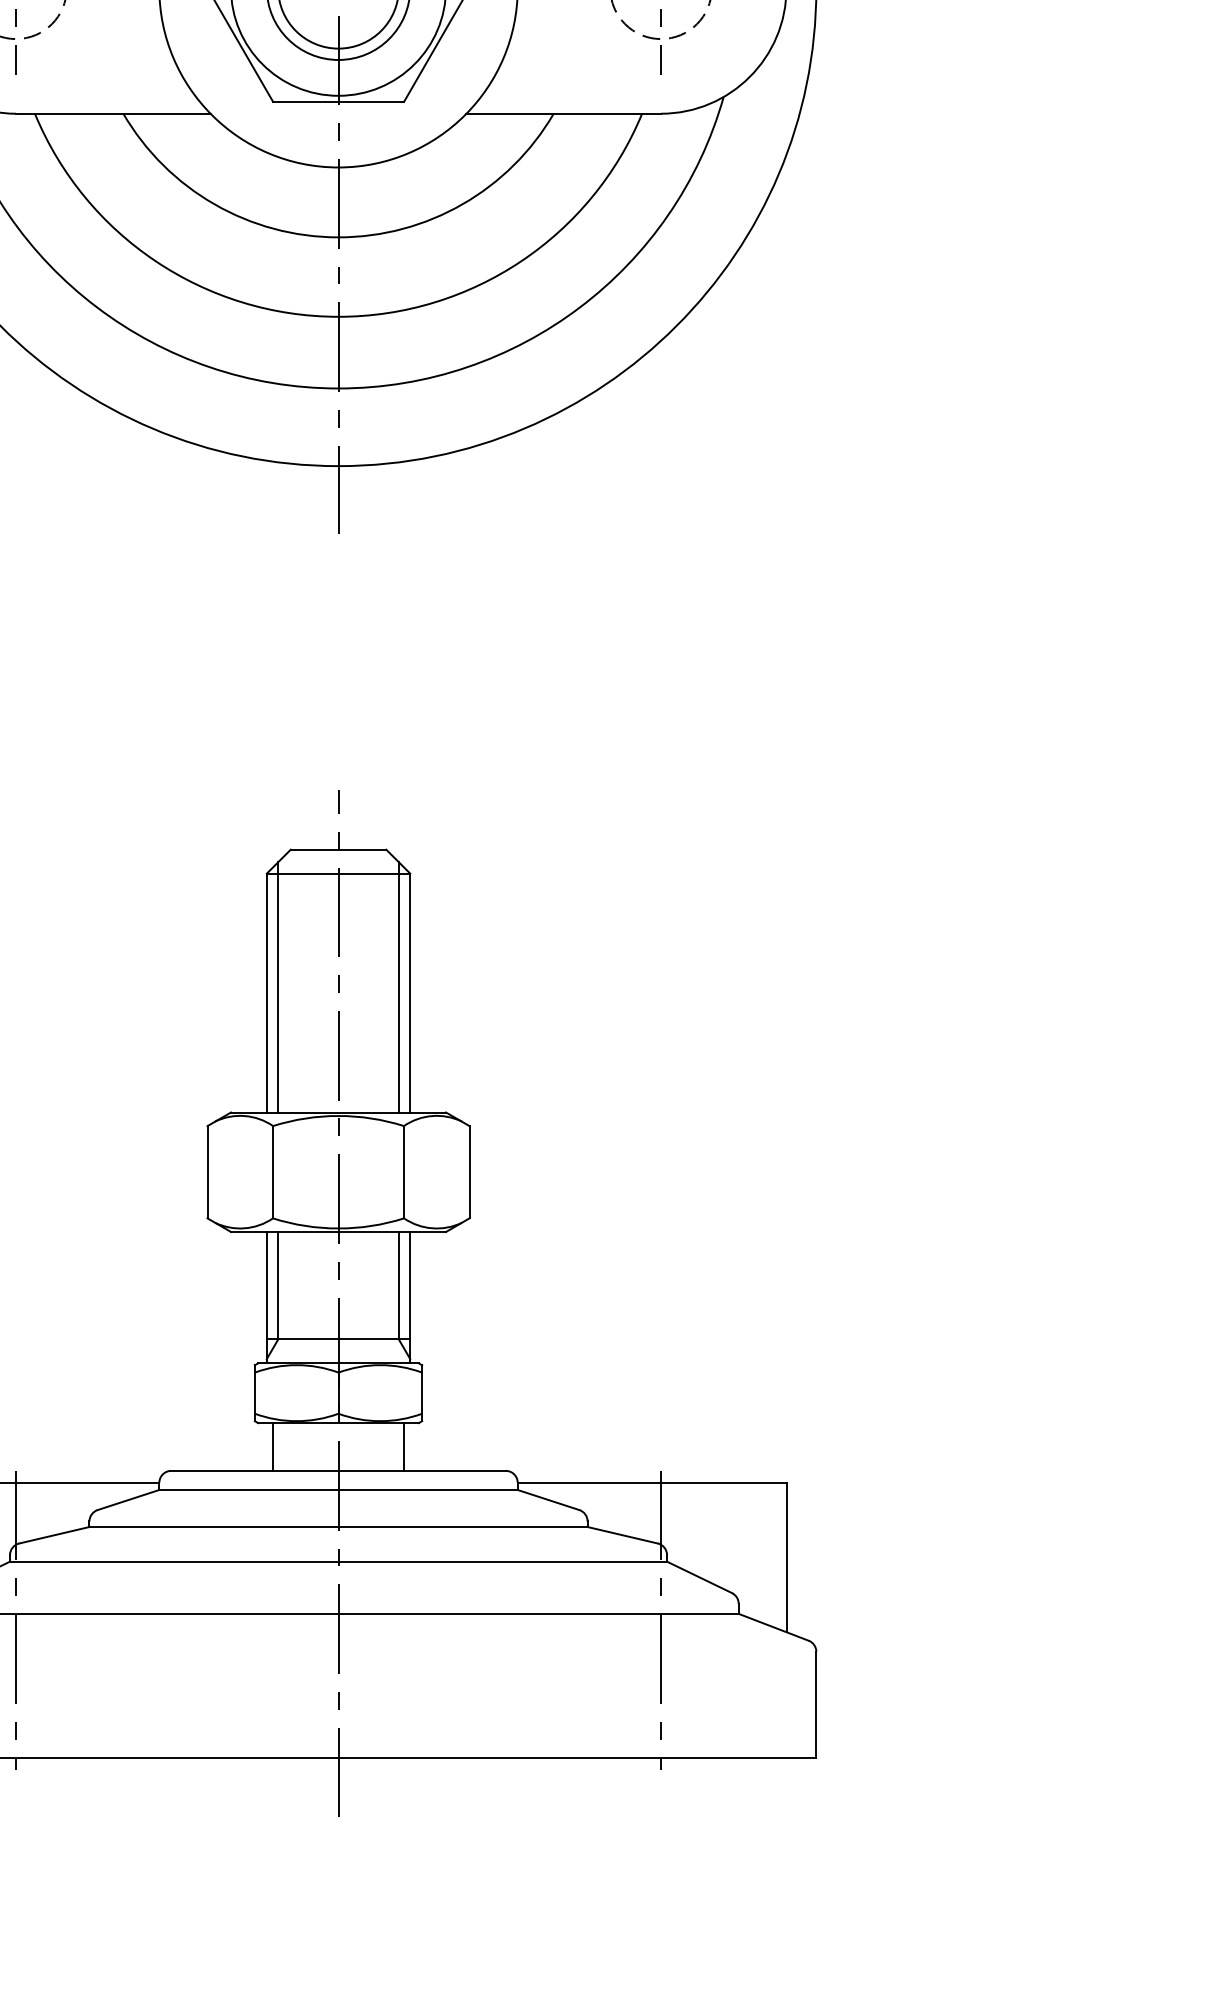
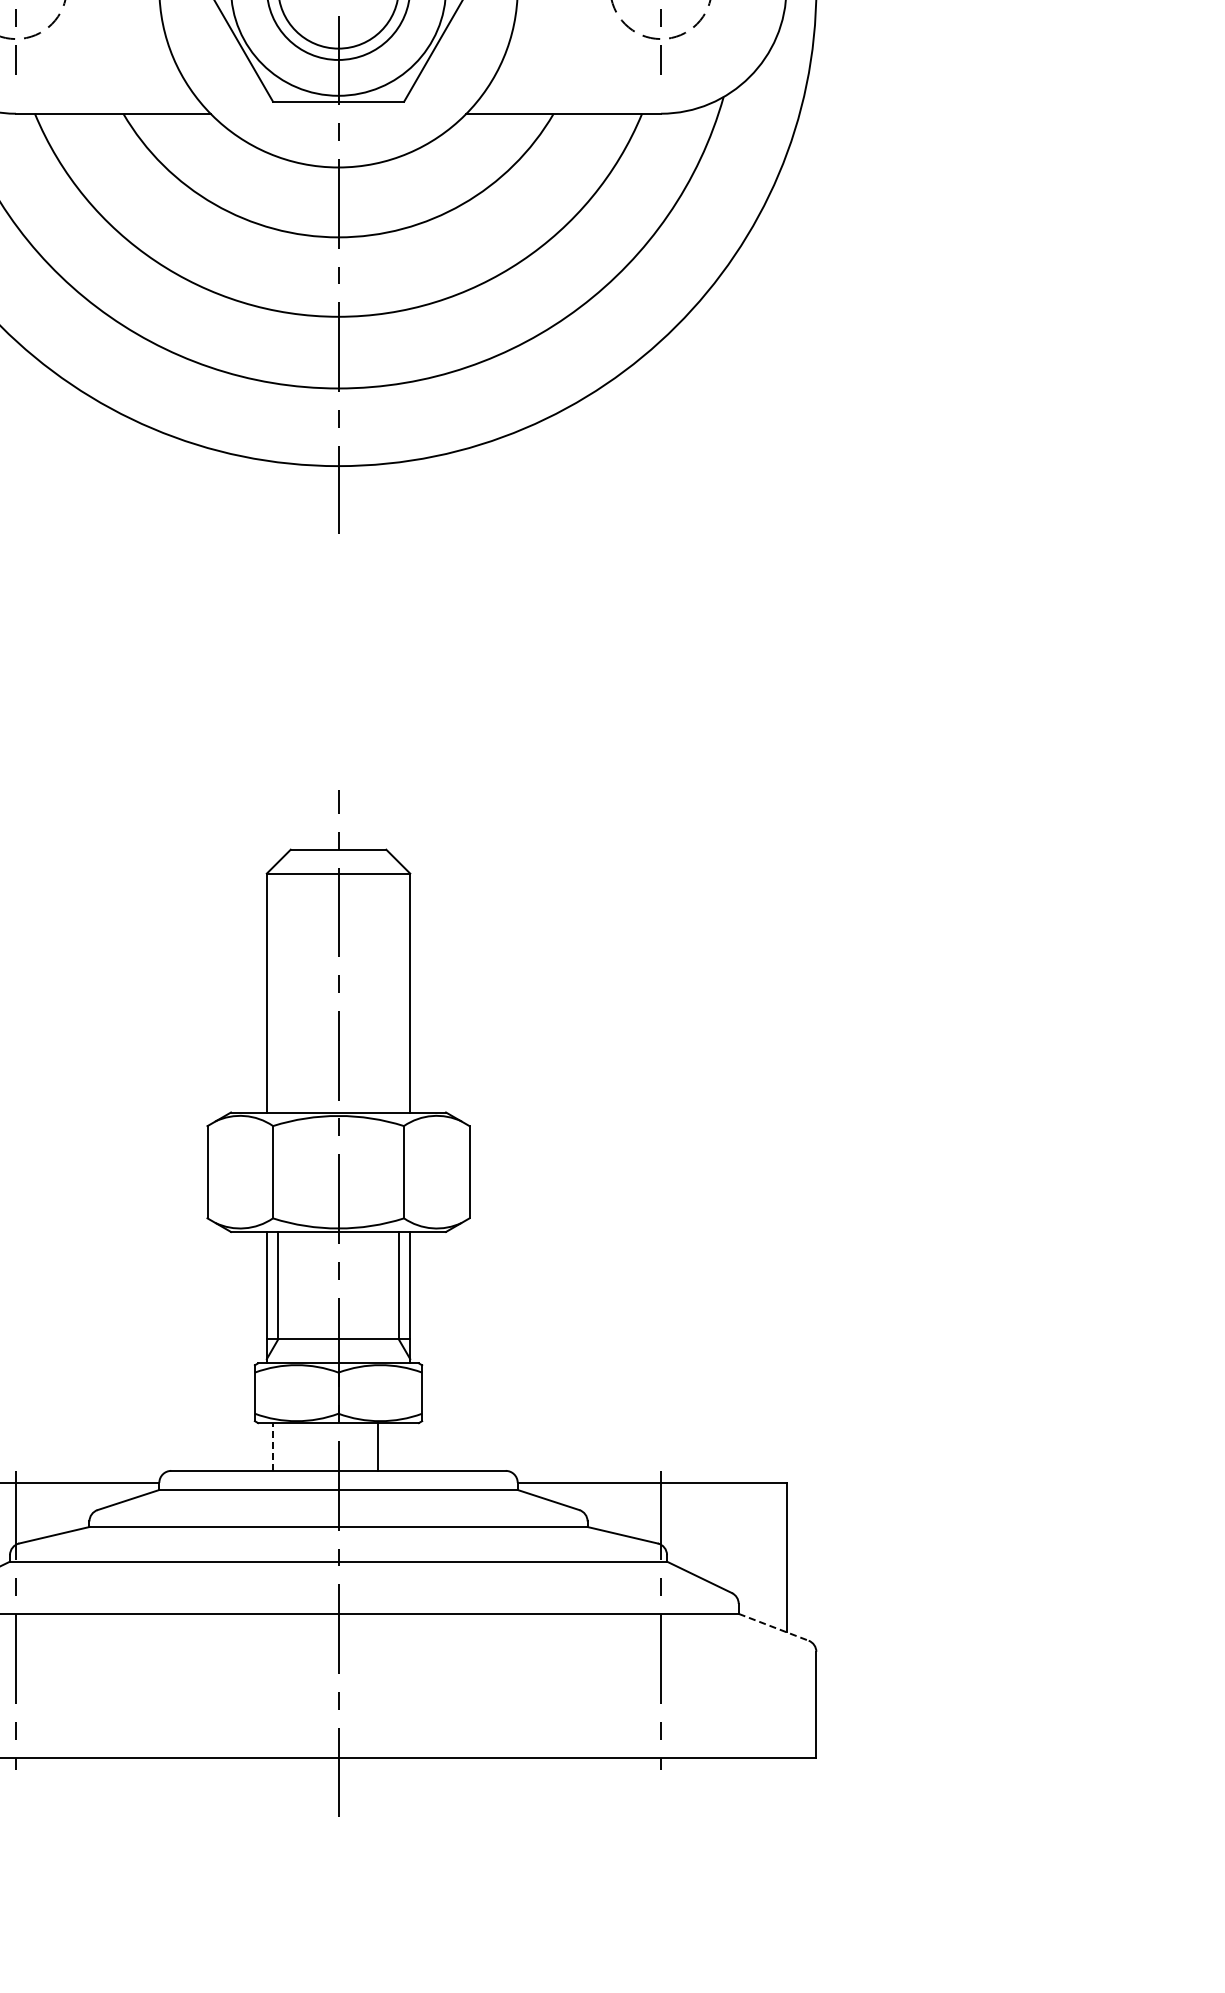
line at (278, 987): present -> none
line at (398, 987): present -> none
line at (272, 1446): solid -> dashed
line at (404, 1446) position: (404, 1446) -> (378, 1446)
line at (774, 1627): solid -> dashed
